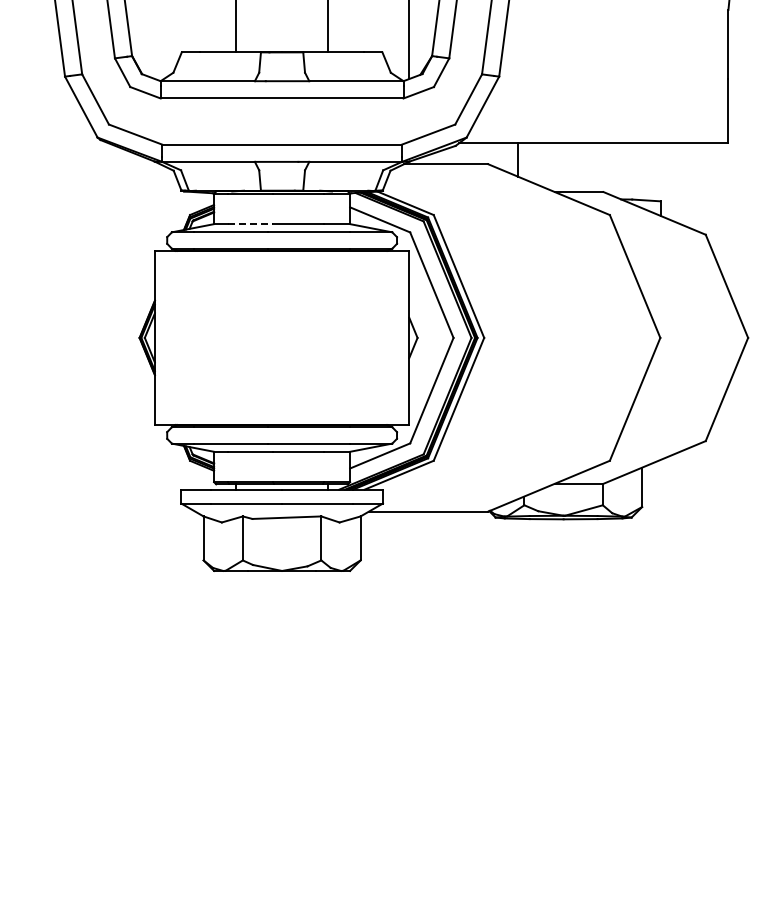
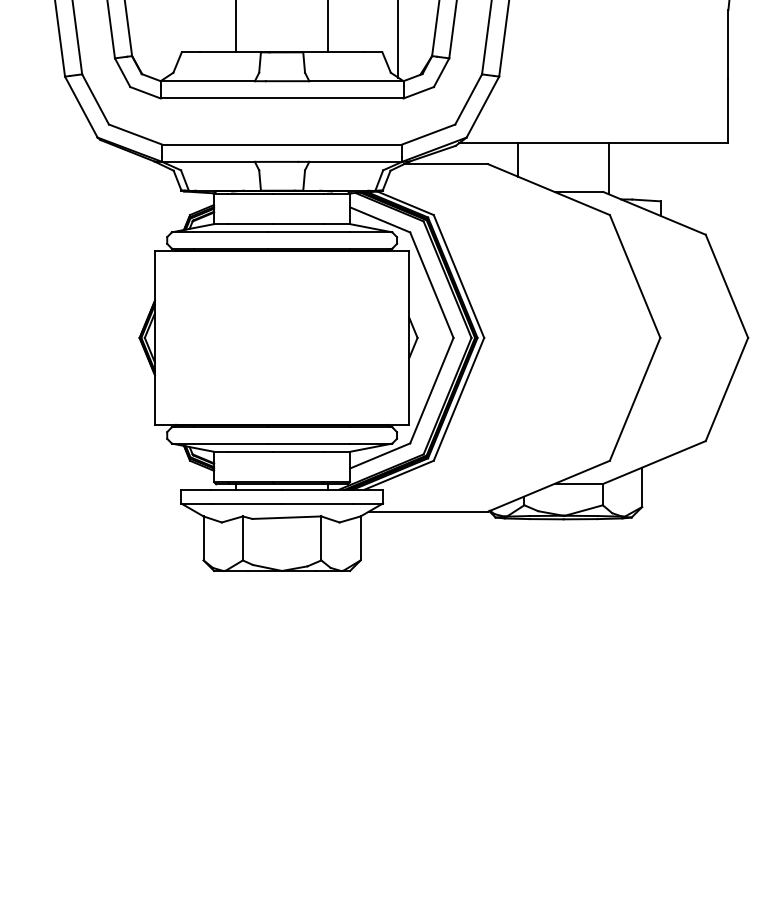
line at (409, 39) position: (409, 39) -> (398, 39)
line at (609, 168): none -> present
line at (250, 224): dashed -> solid
